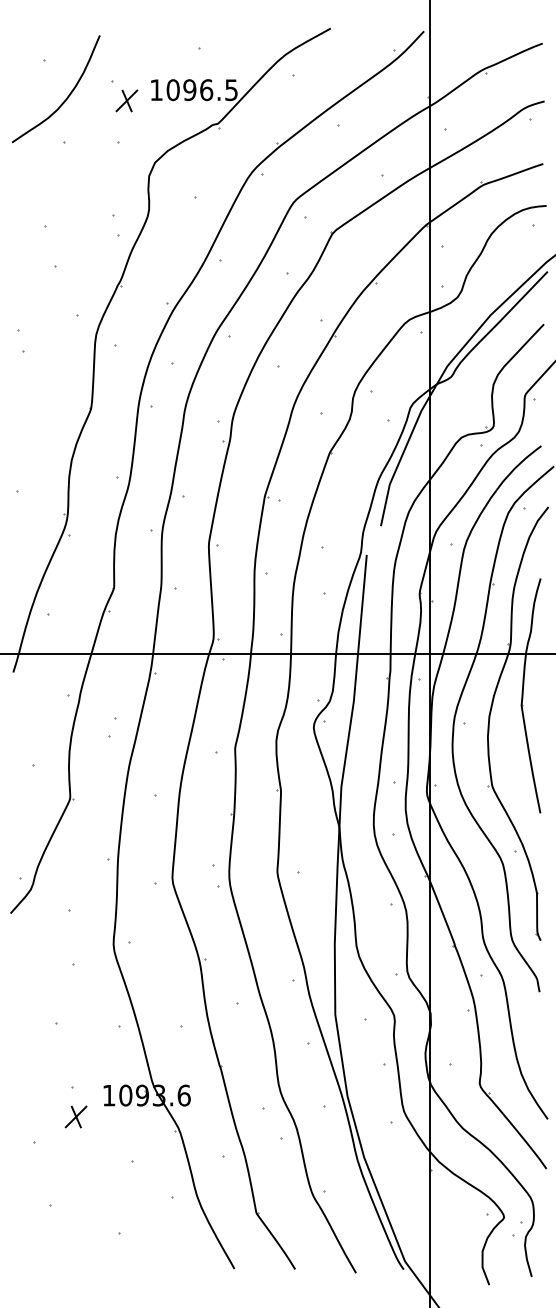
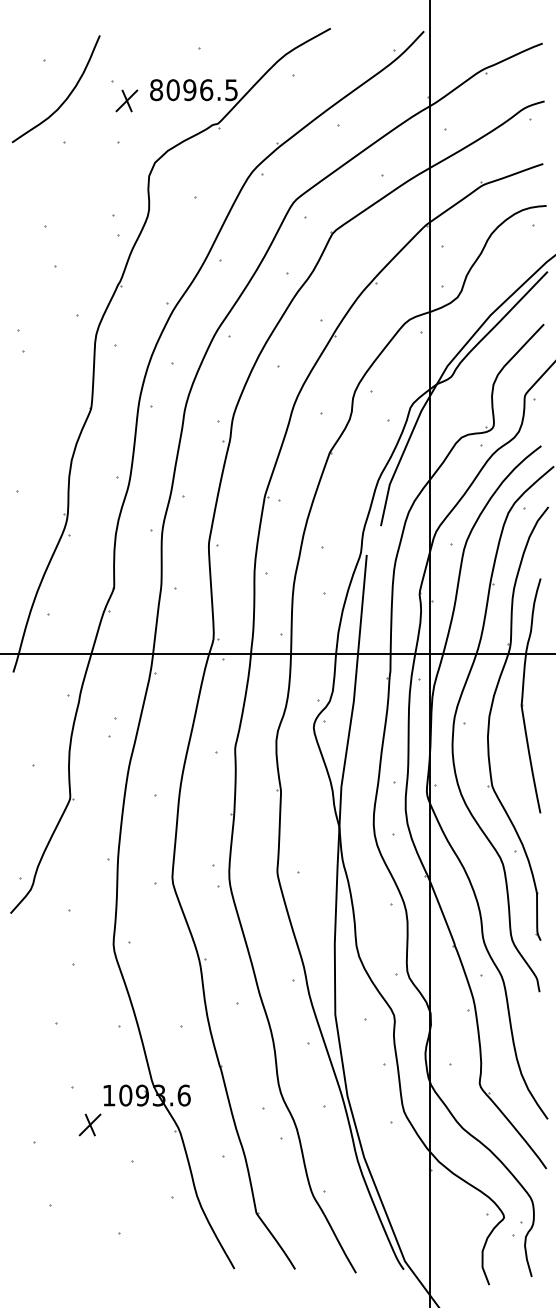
text at (156, 90): 1096.5 -> 8096.5
part at (75, 1116) position: (75, 1116) -> (89, 1124)
